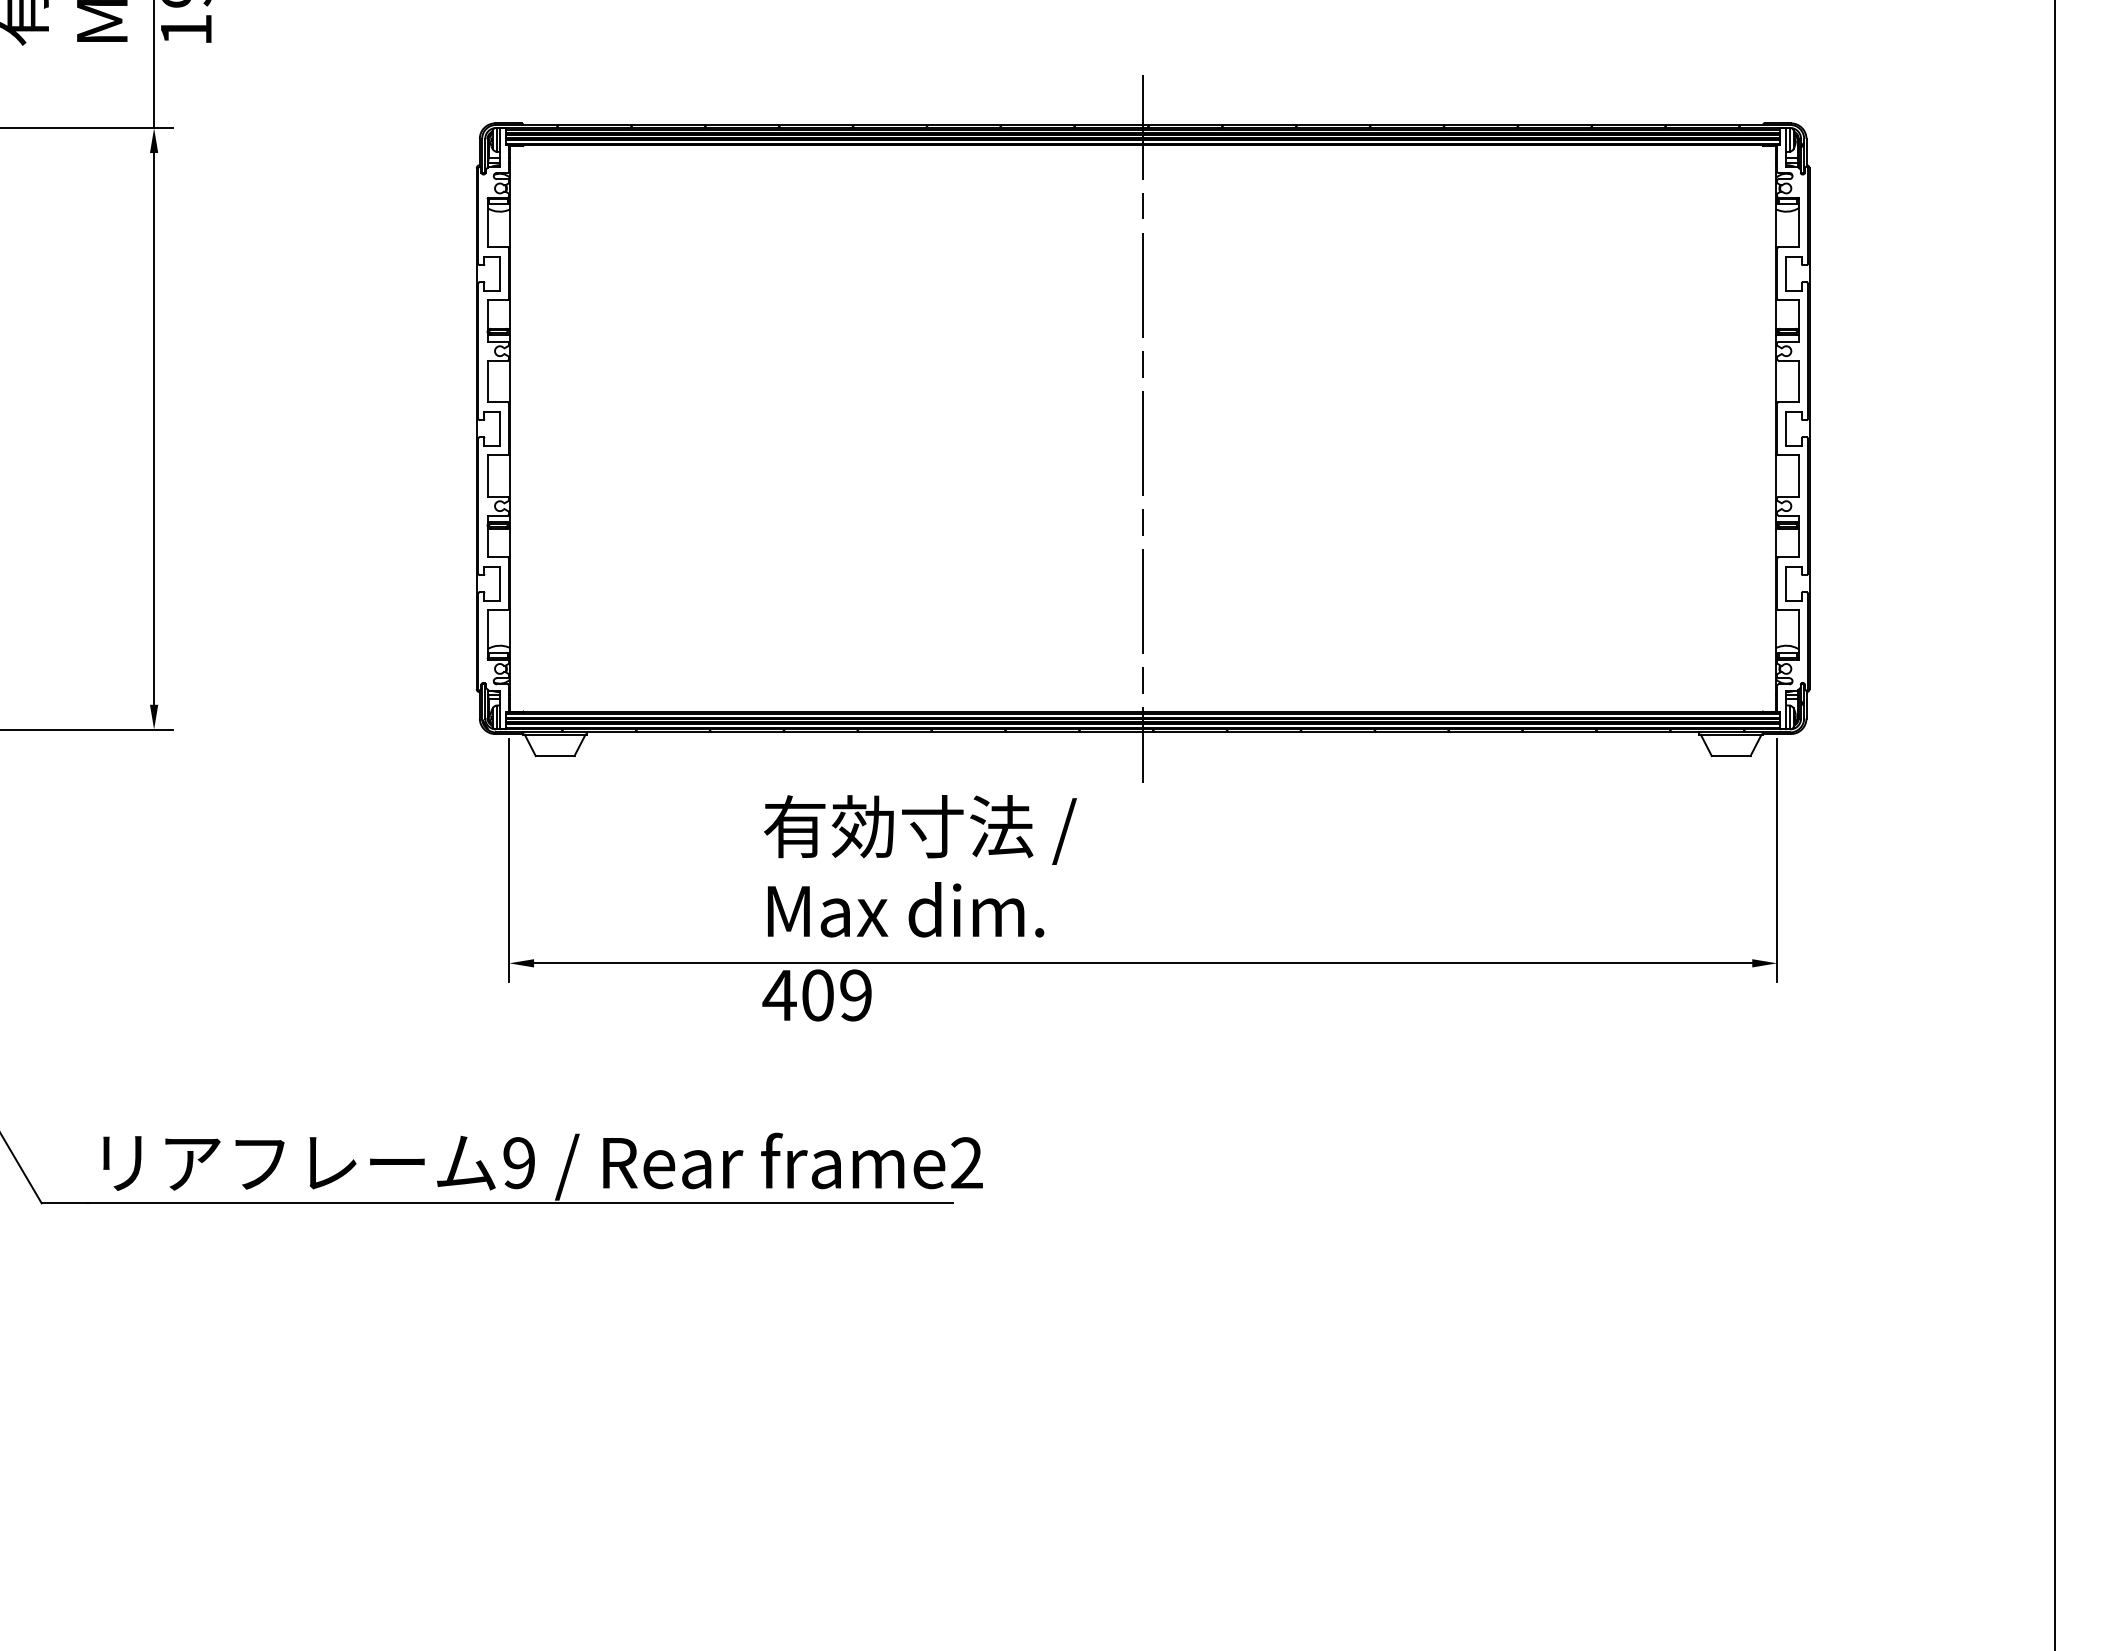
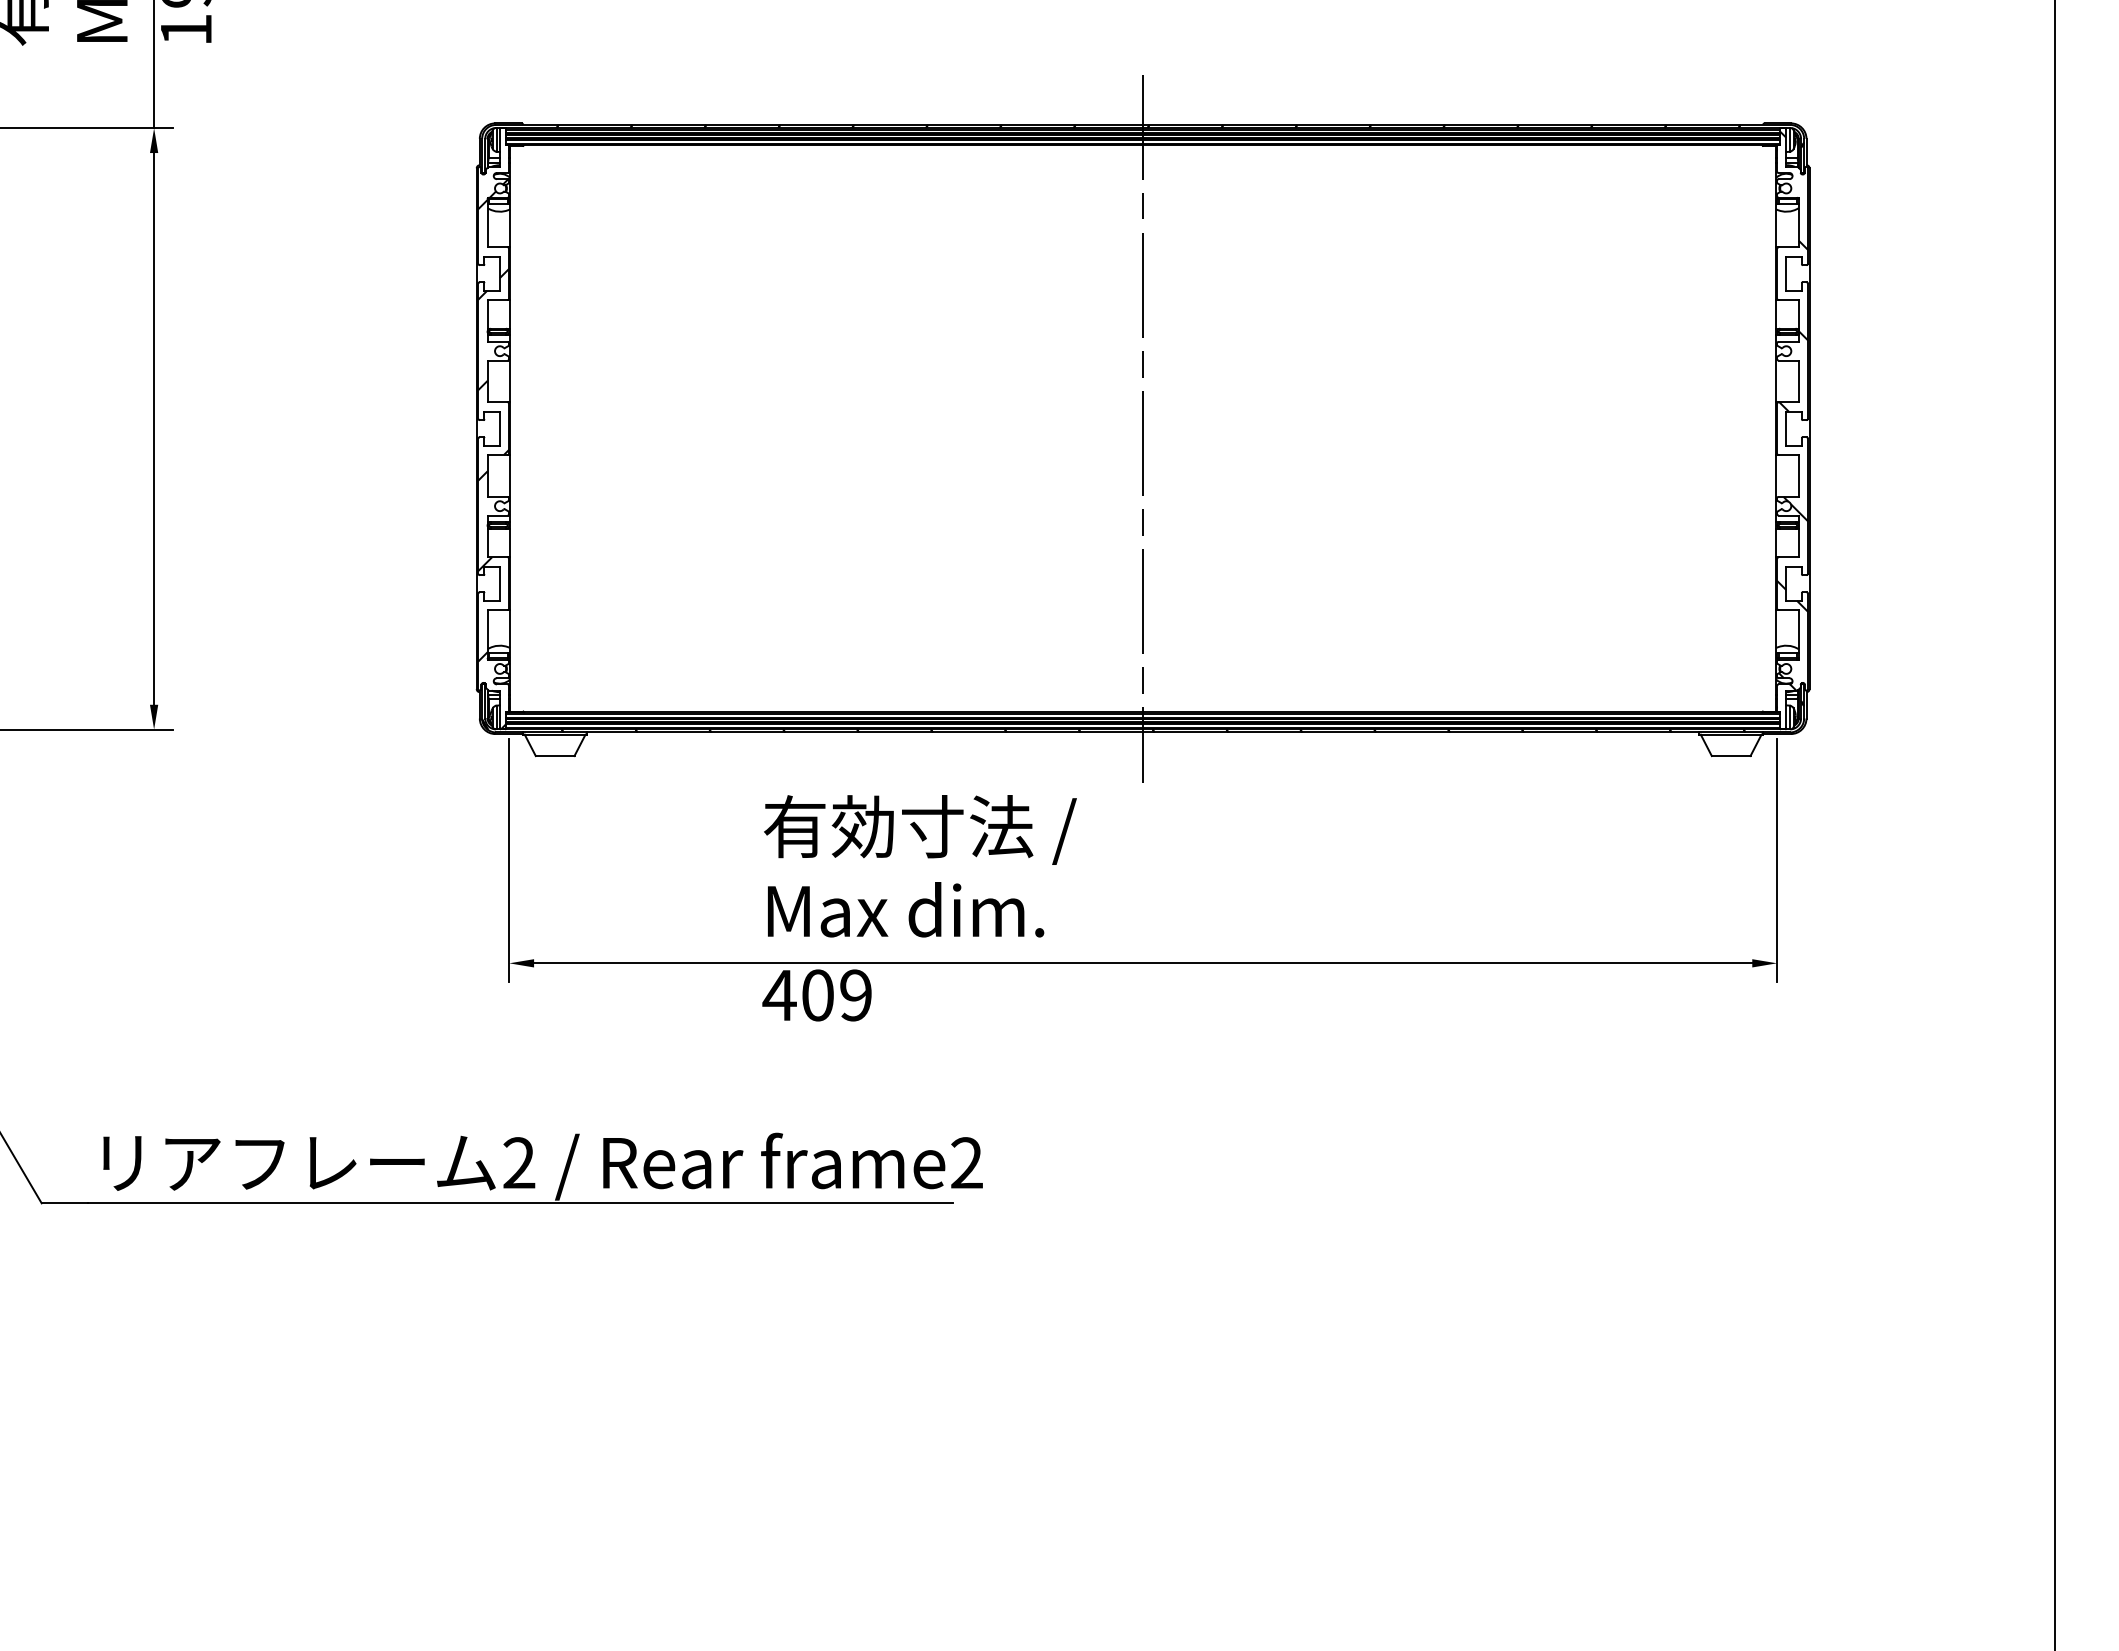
hatch at (1792, 410): none -> present
hatch at (493, 454): none -> present
text at (519, 1163): 9 -> 2
